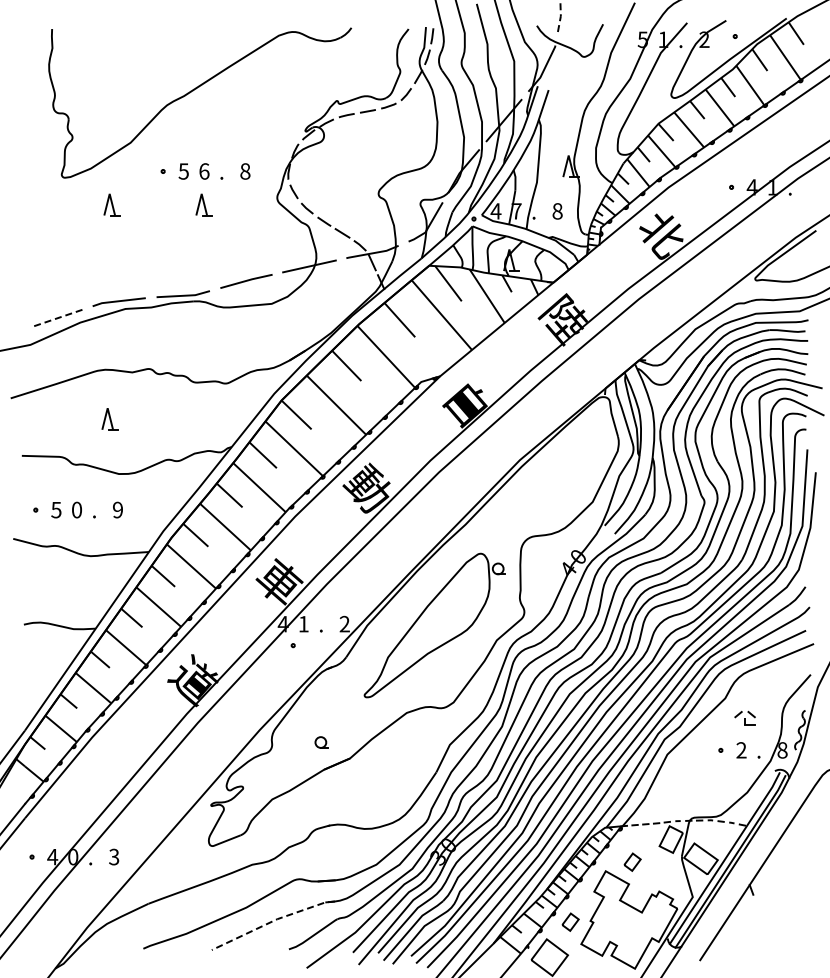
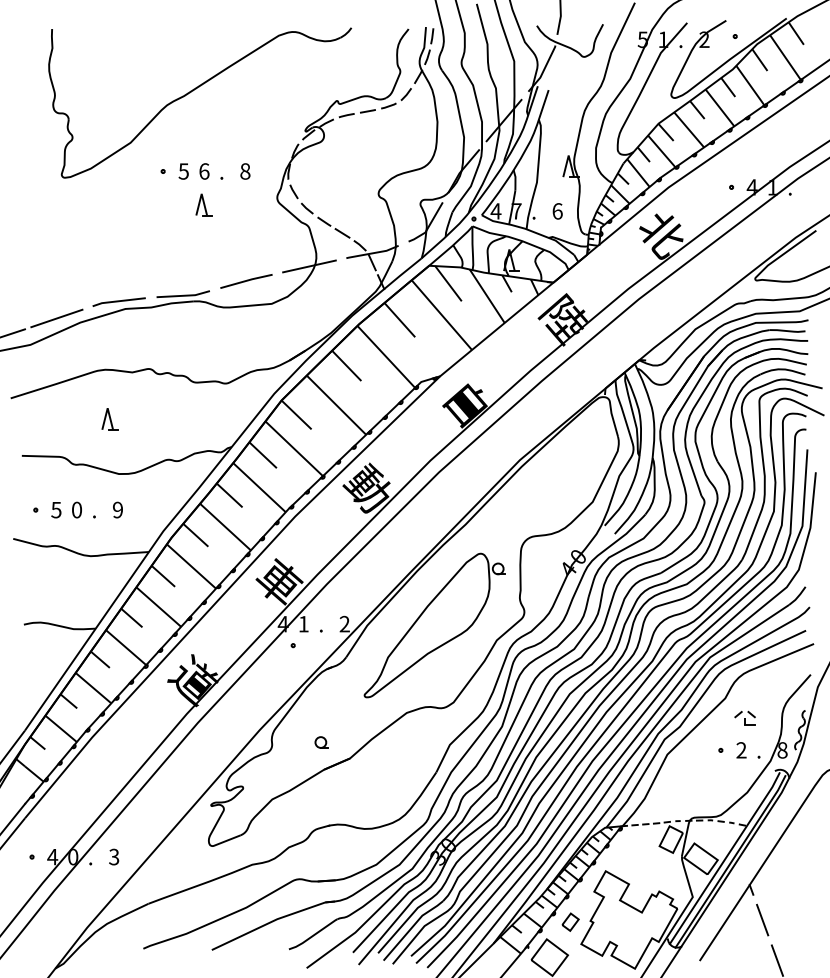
line at (560, 18): dashed -> solid
part at (111, 204): present -> none
text at (557, 211): 8 -> 6
line at (56, 318): dashed -> solid
line at (13, 332): none -> present
part at (632, 861): present -> none
line at (762, 919): none -> present
line at (272, 921): dashed -> solid
line at (776, 959): none -> present
